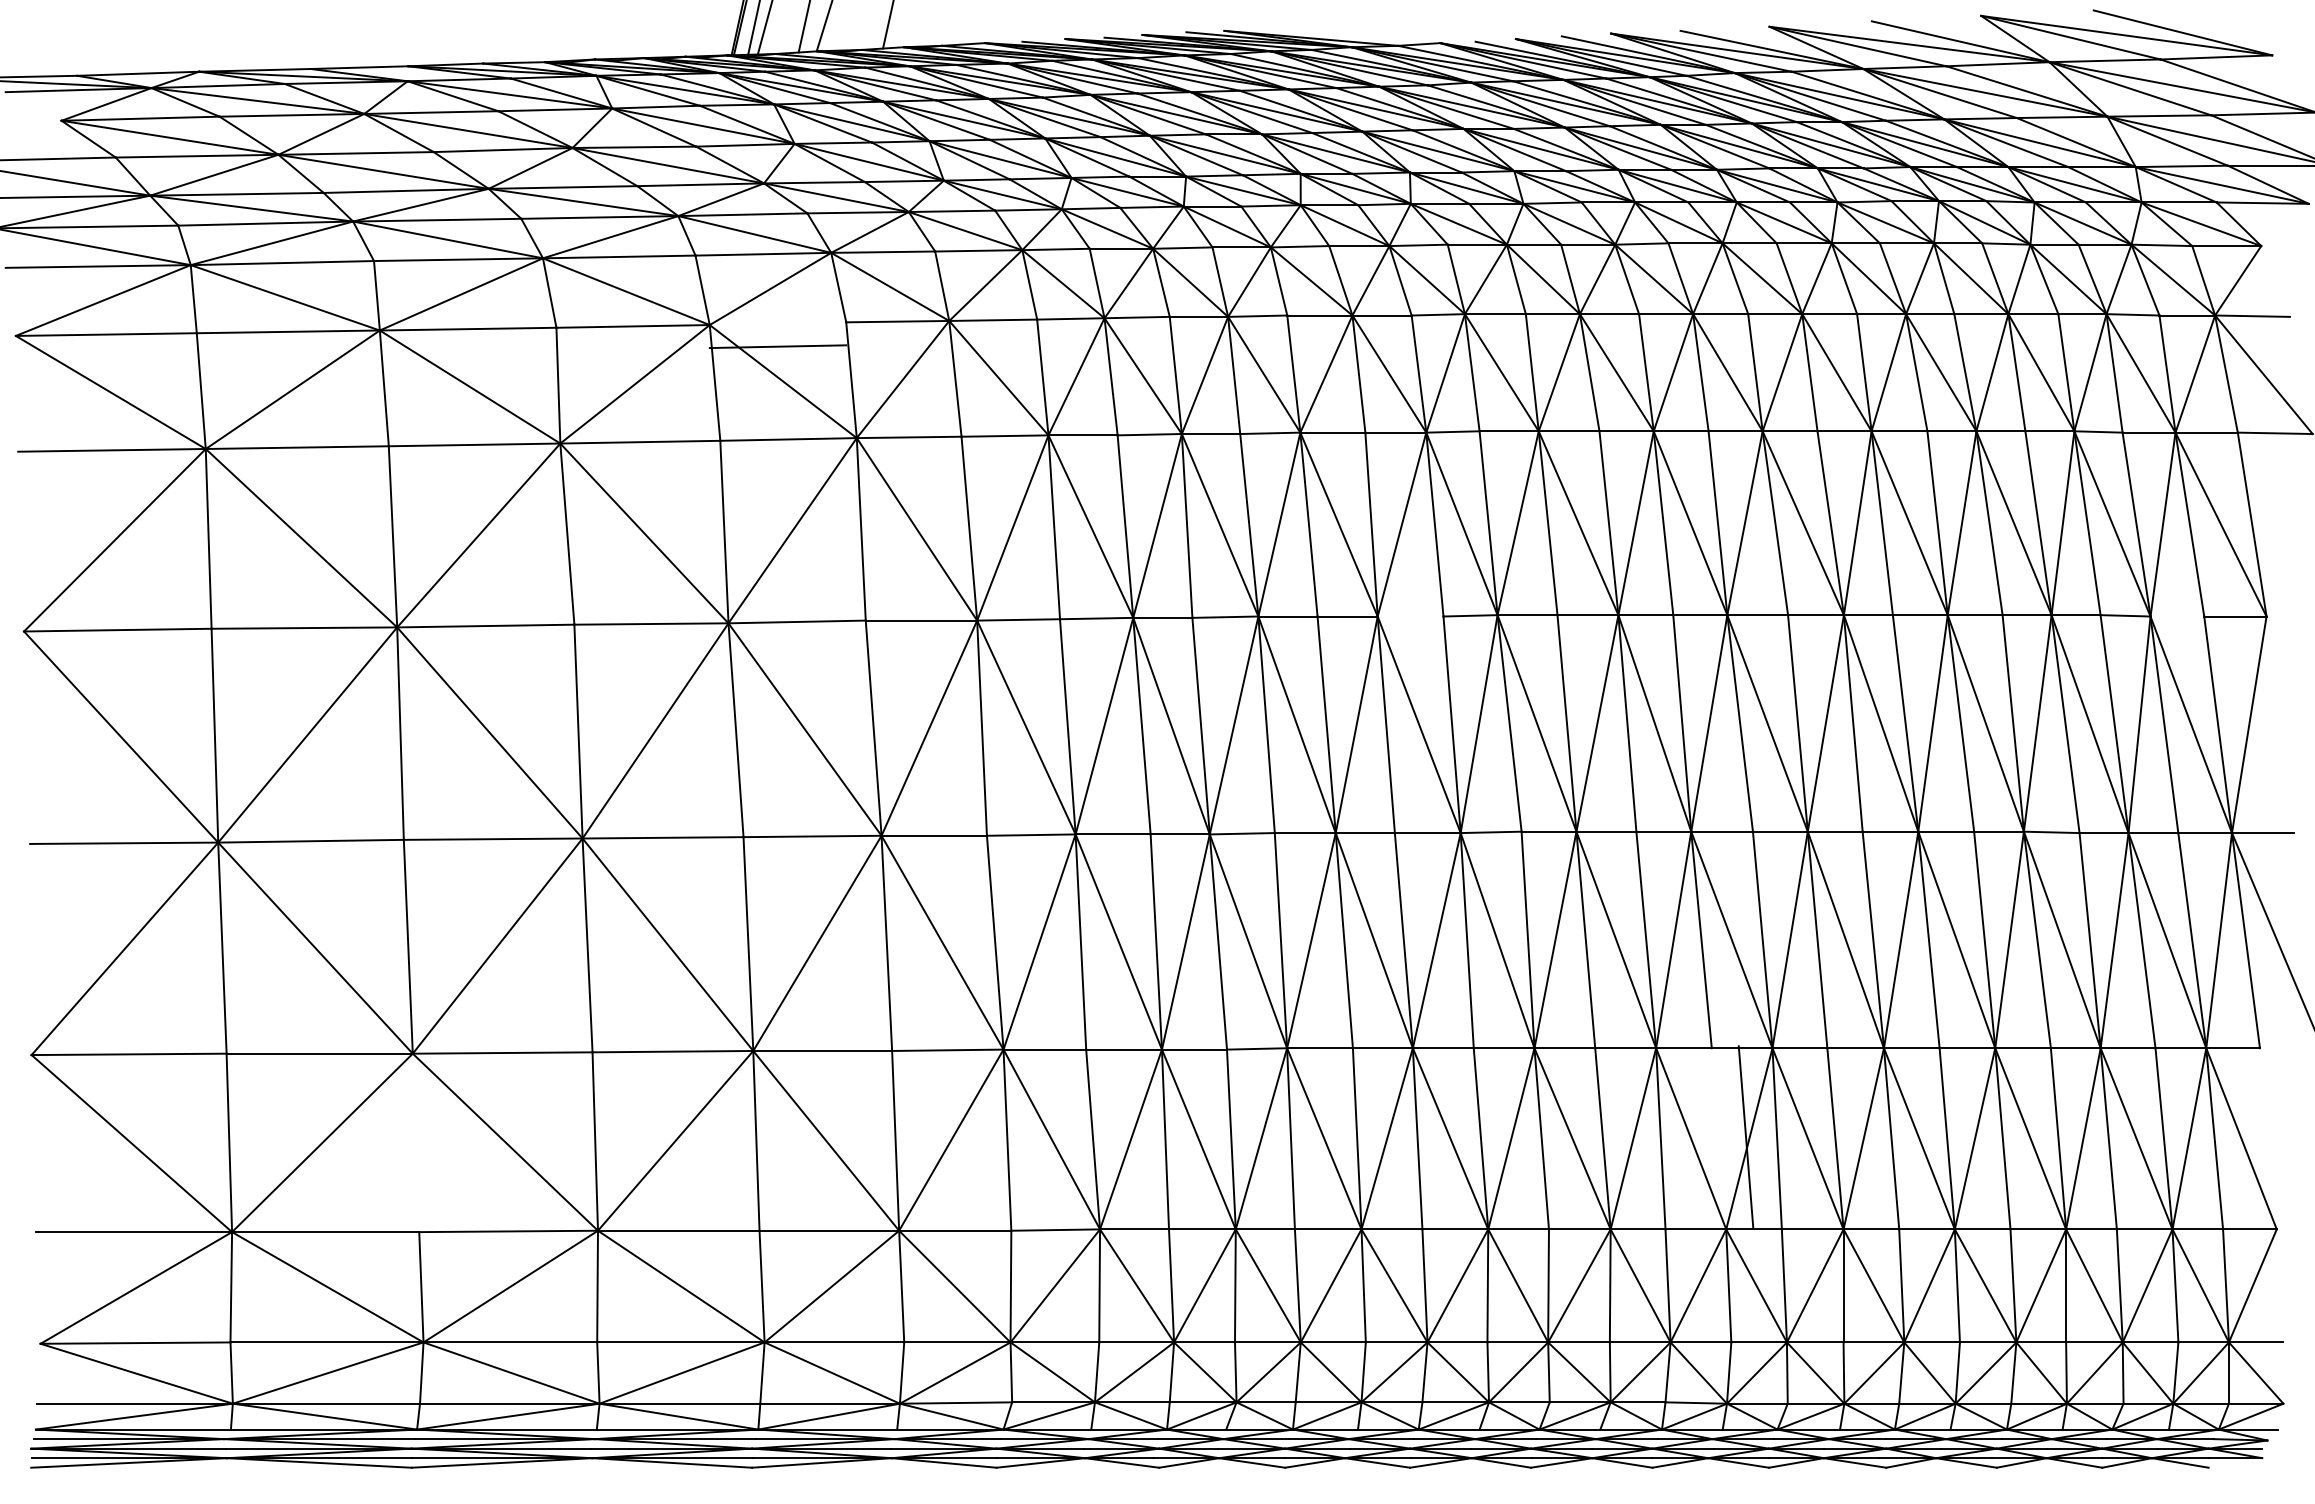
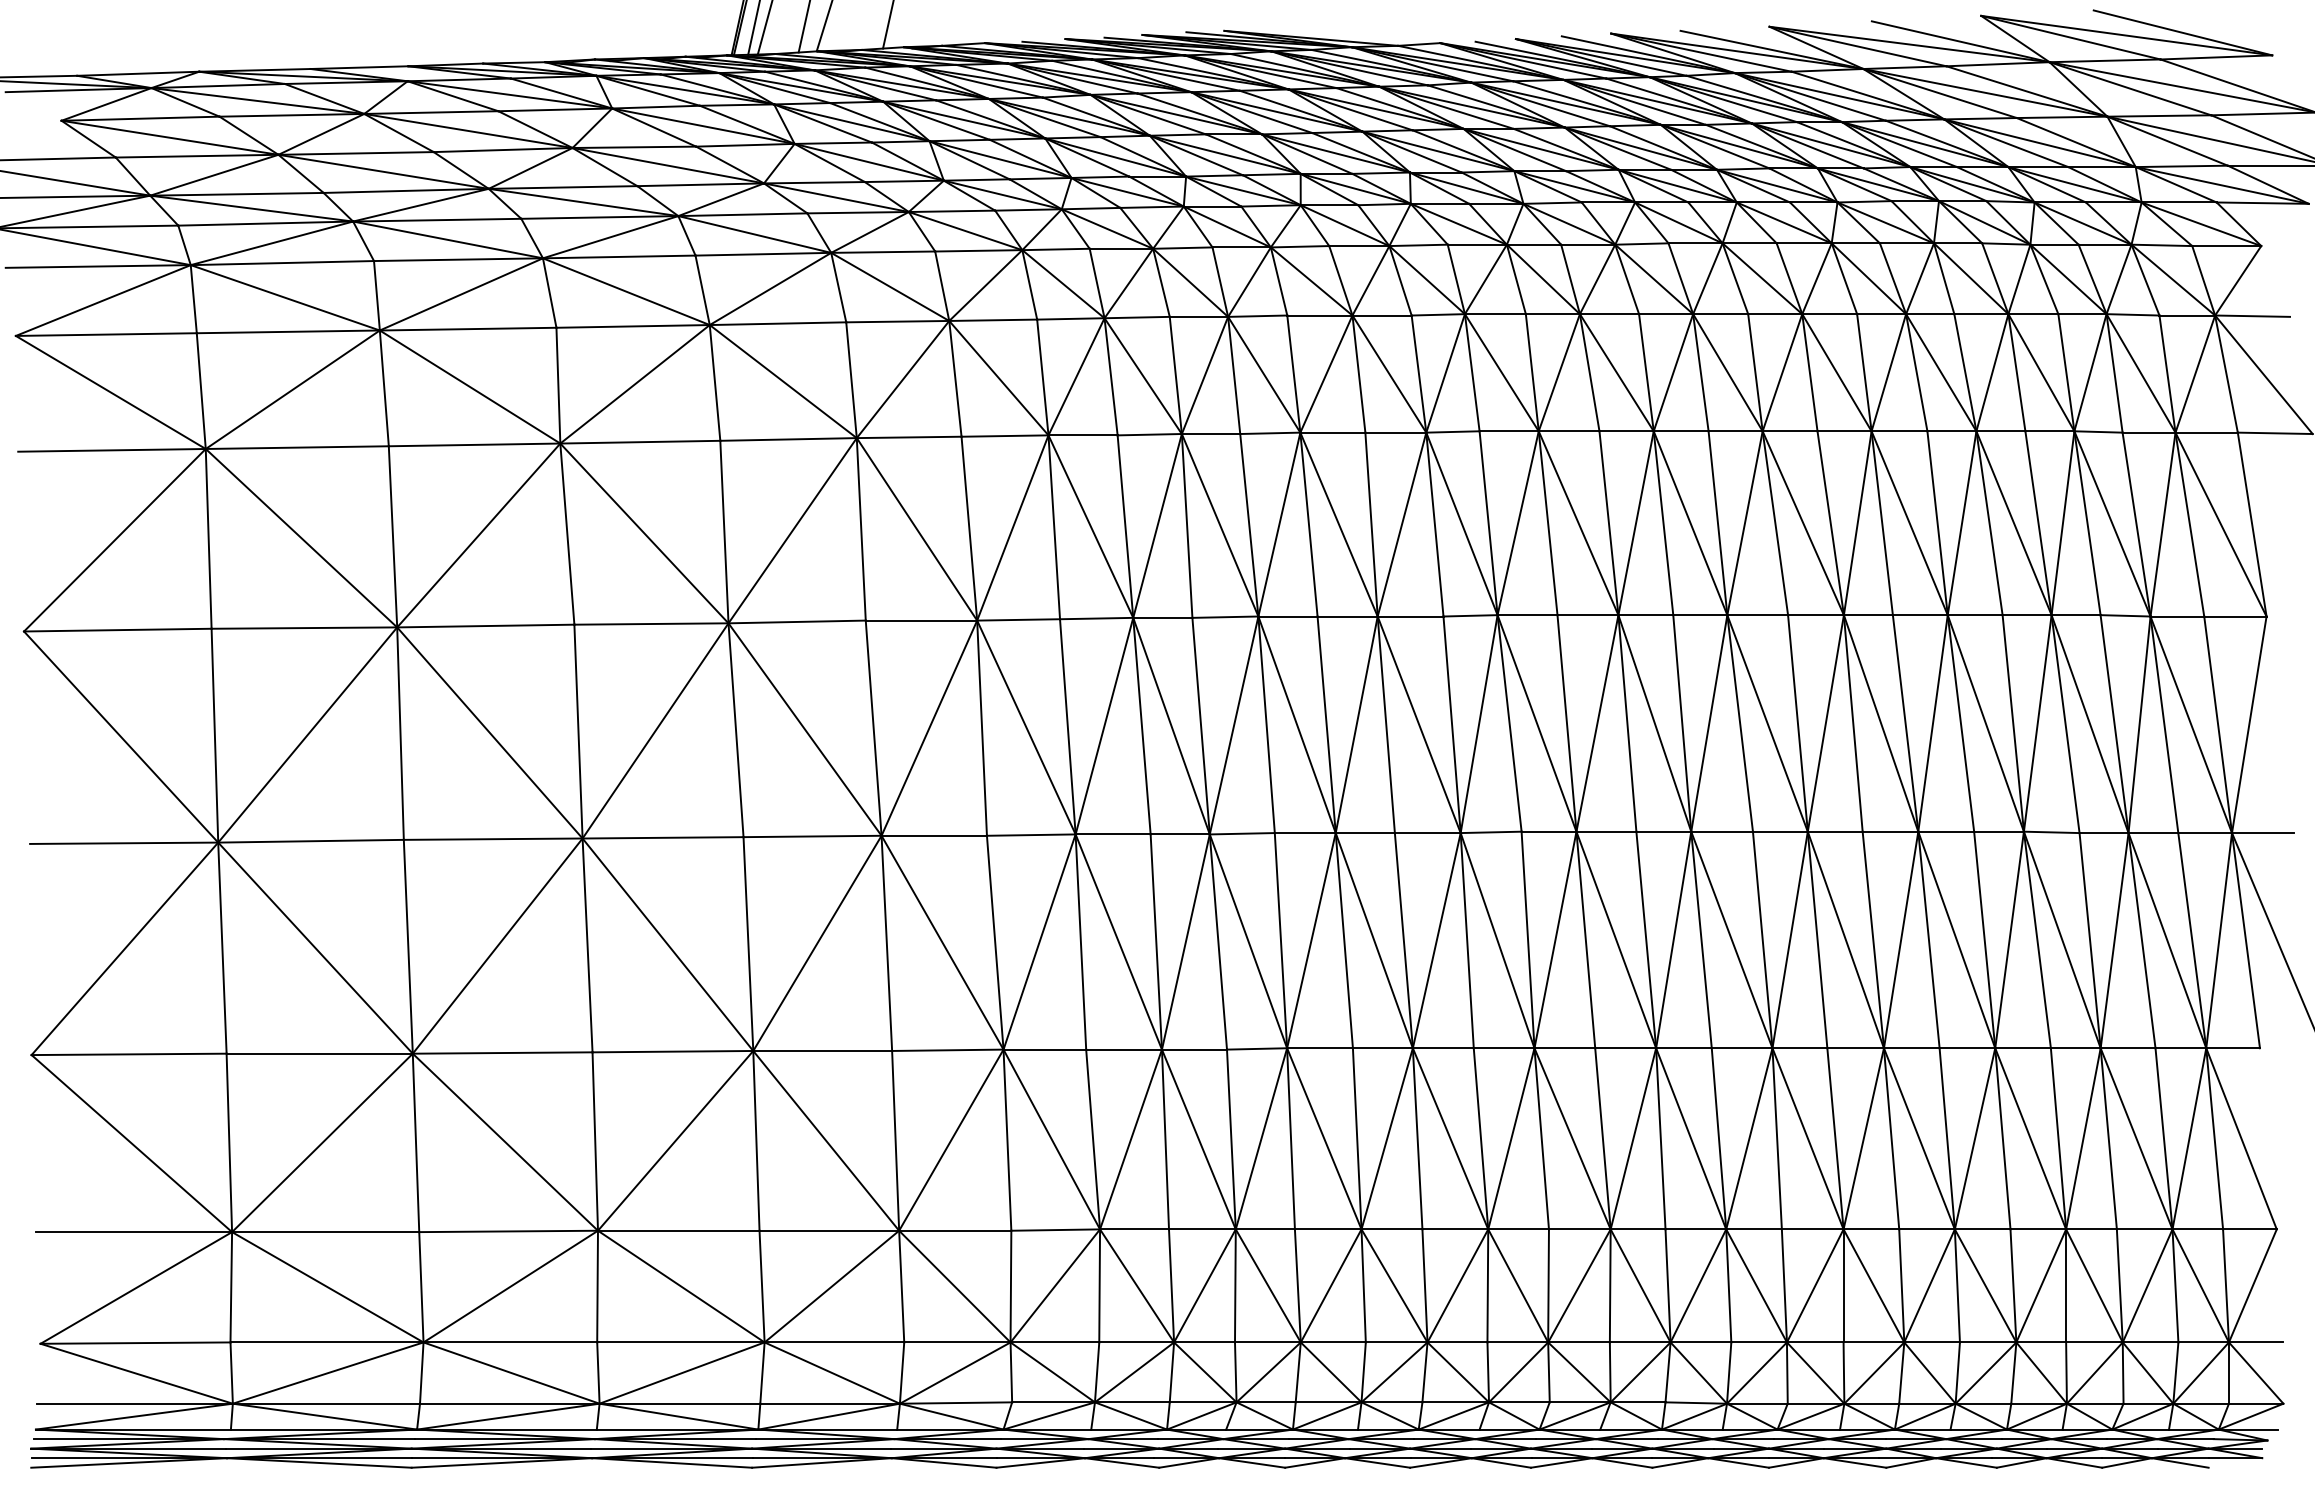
line at (777, 346) position: (777, 346) -> (777, 323)
line at (1410, 616): none -> present
line at (2177, 616): none -> present
line at (1745, 1136) position: (1745, 1136) -> (1718, 1138)
line at (415, 1142): none -> present
